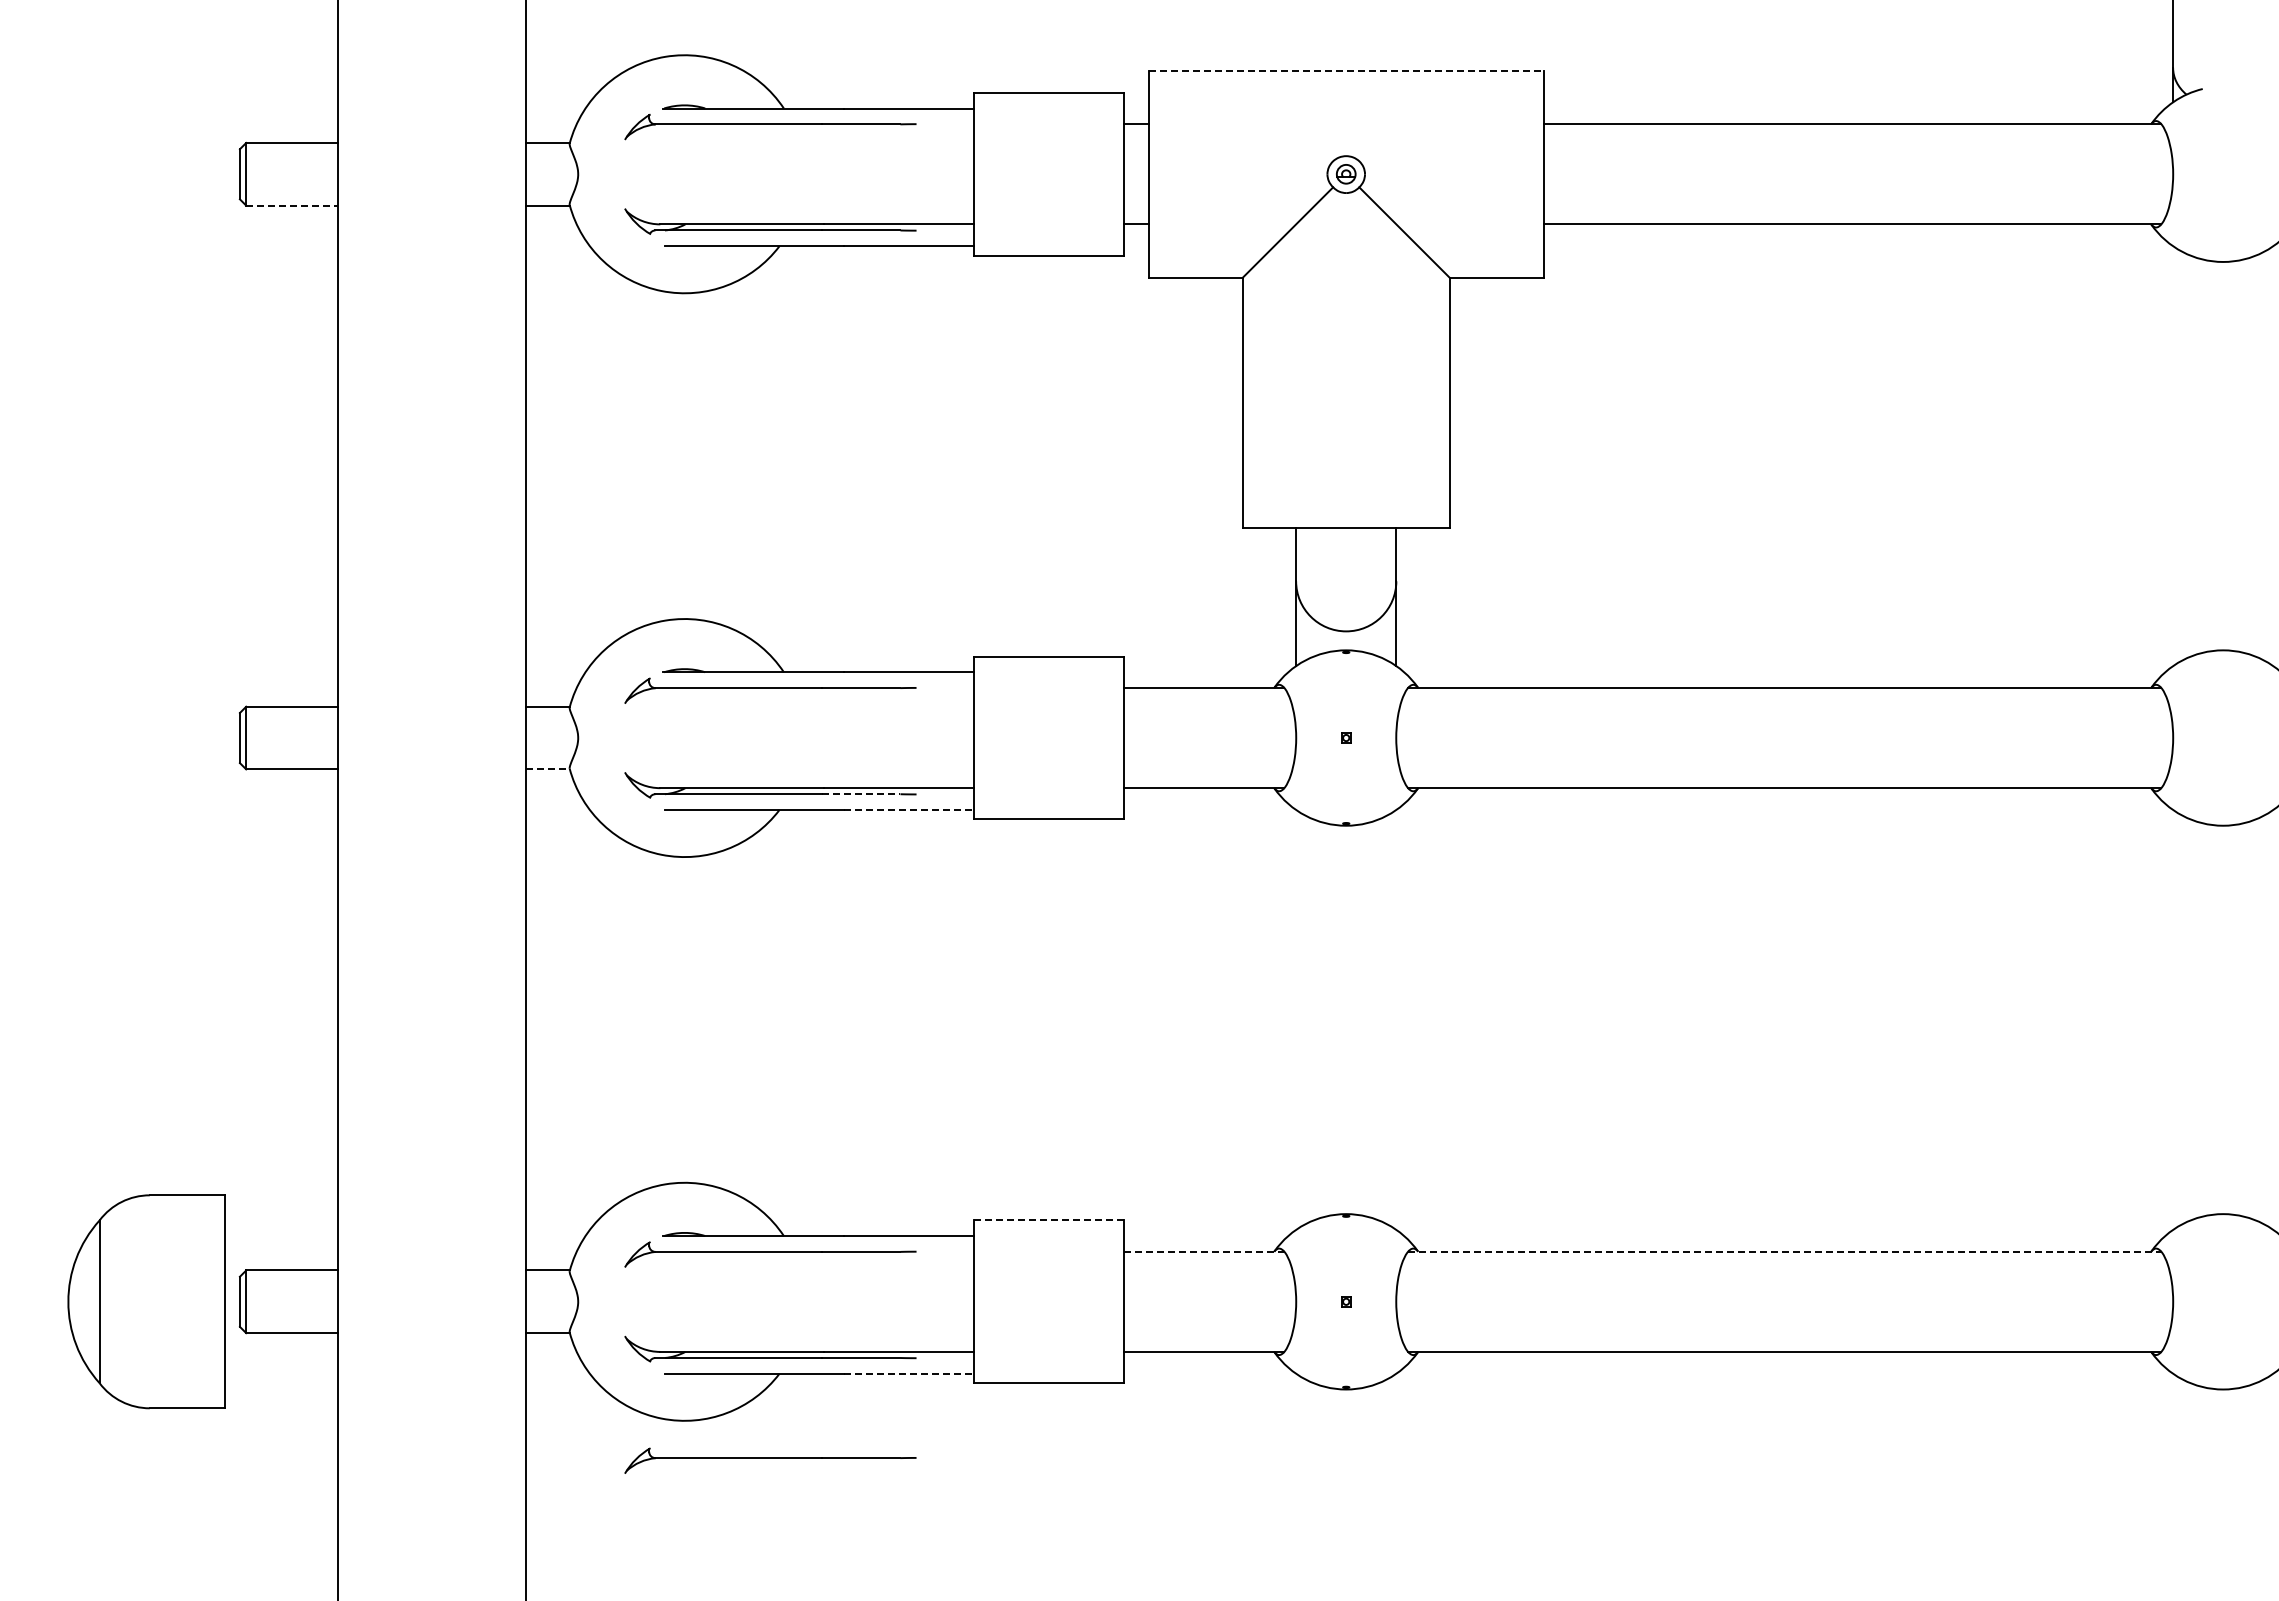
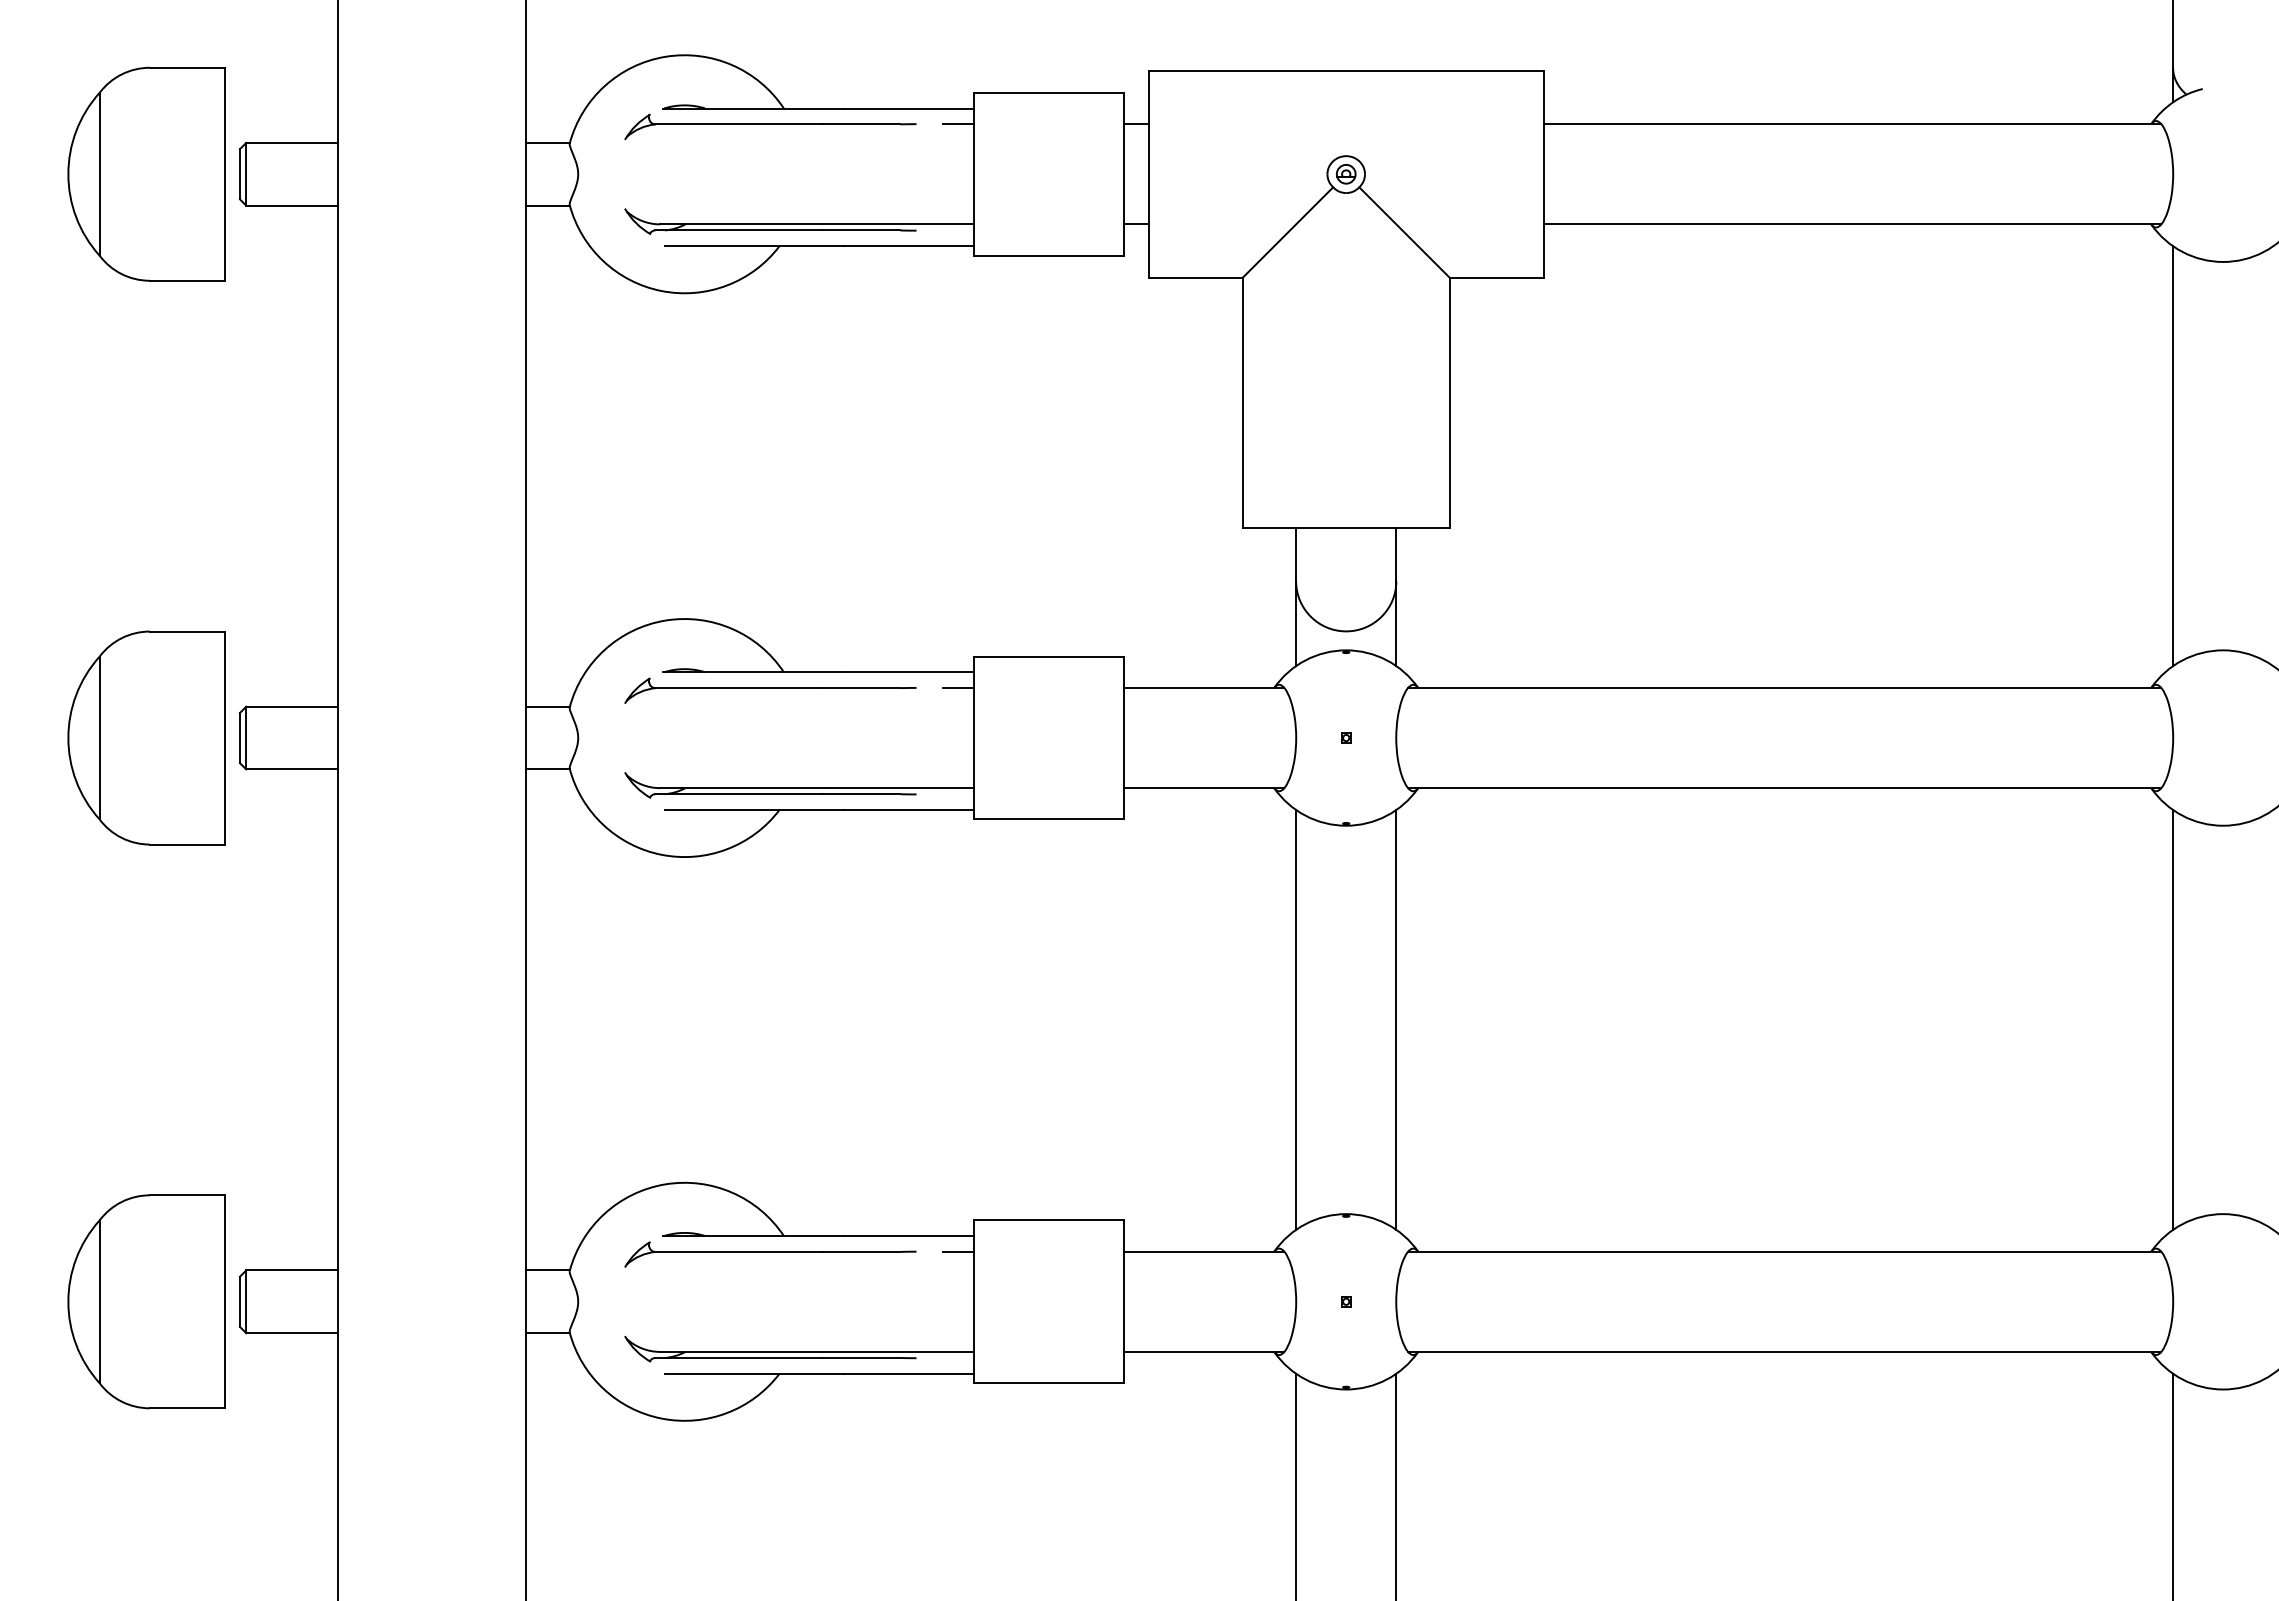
line at (1346, 70): dashed -> solid
line at (957, 124): none -> present
part at (146, 173): none -> present
line at (291, 205): dashed -> solid
line at (2173, 456): none -> present
line at (957, 687): none -> present
part at (146, 737): none -> present
line at (548, 769): dashed -> solid
line at (861, 794): dashed -> solid
line at (908, 810): dashed -> solid
line at (1296, 1019): none -> present
line at (1396, 1019): none -> present
line at (2173, 1019): none -> present
line at (1049, 1220): dashed -> solid
line at (957, 1251): none -> present
line at (1204, 1251): dashed -> solid
line at (1784, 1251): dashed -> solid
line at (908, 1373): dashed -> solid
part at (770, 1460): present -> none
line at (1296, 1485): none -> present
line at (1396, 1485): none -> present
line at (2173, 1485): none -> present
